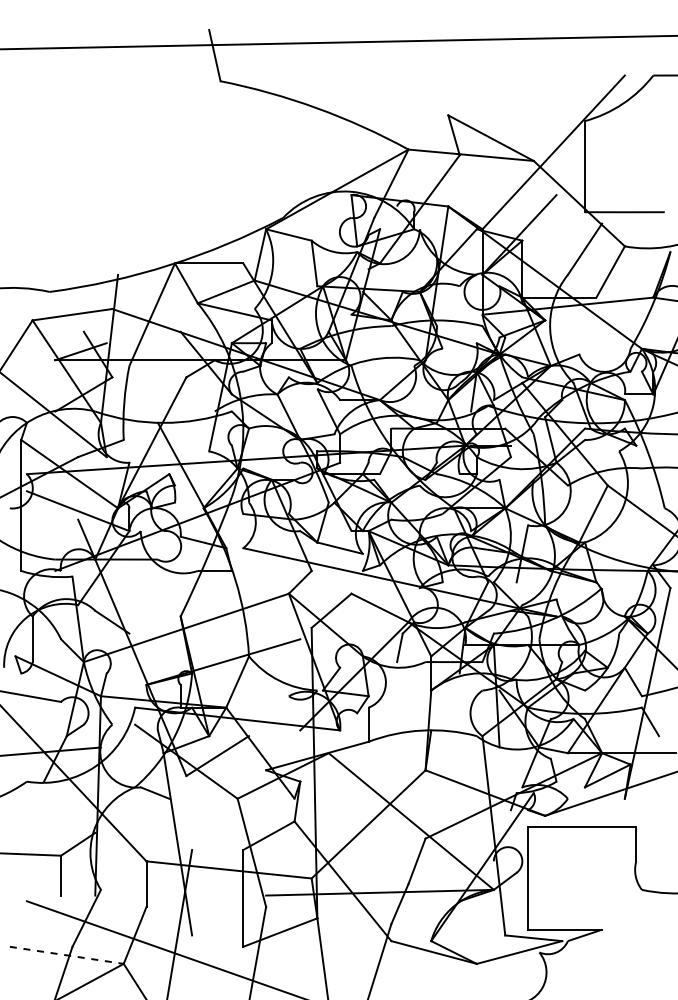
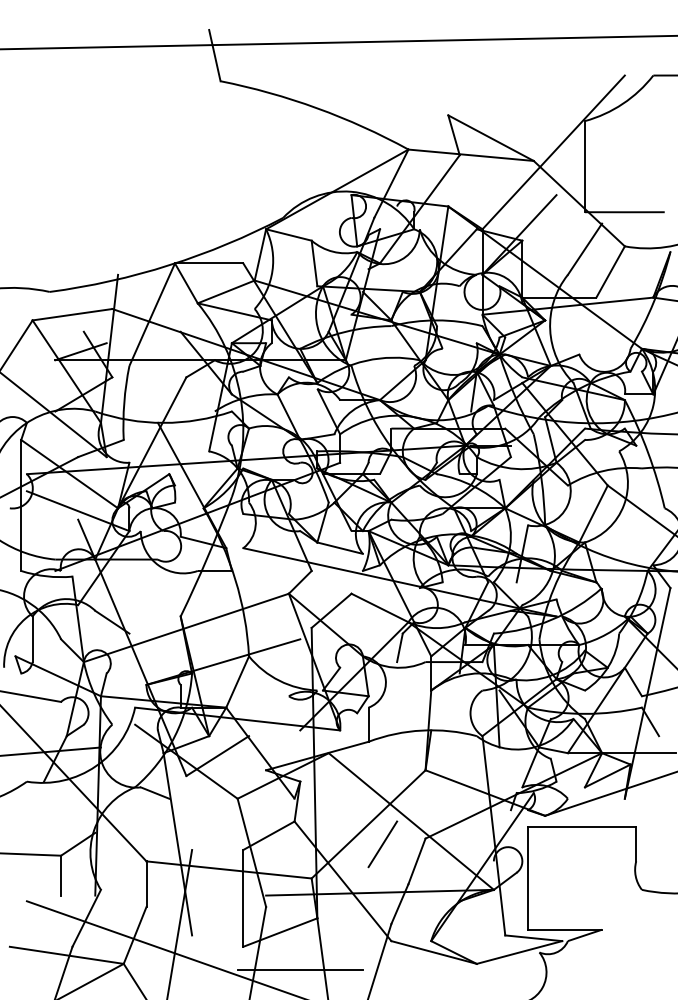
line at (382, 844): none -> present
line at (66, 955): dashed -> solid
line at (299, 969): none -> present
